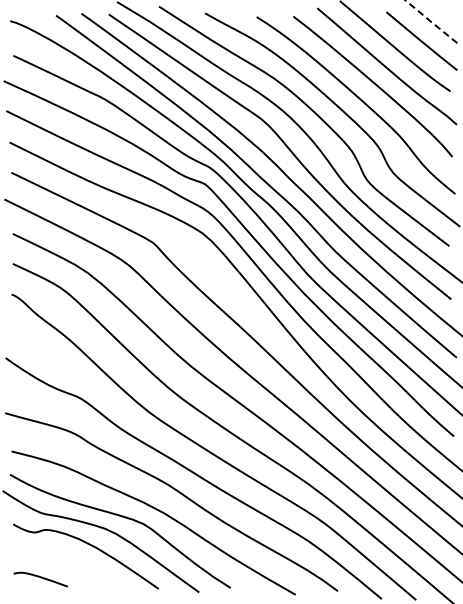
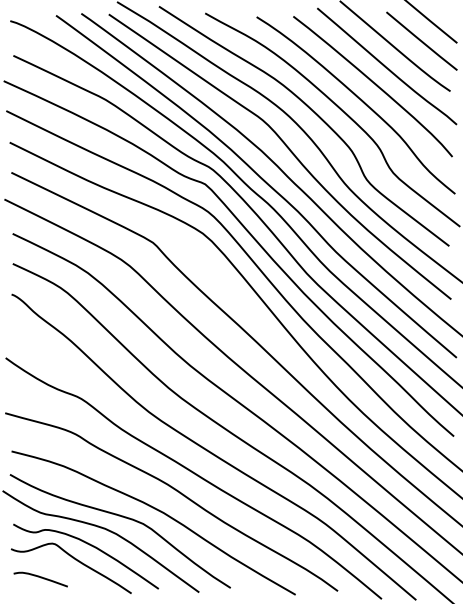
line at (430, 21): dashed -> solid
curve at (75, 560): none -> present
